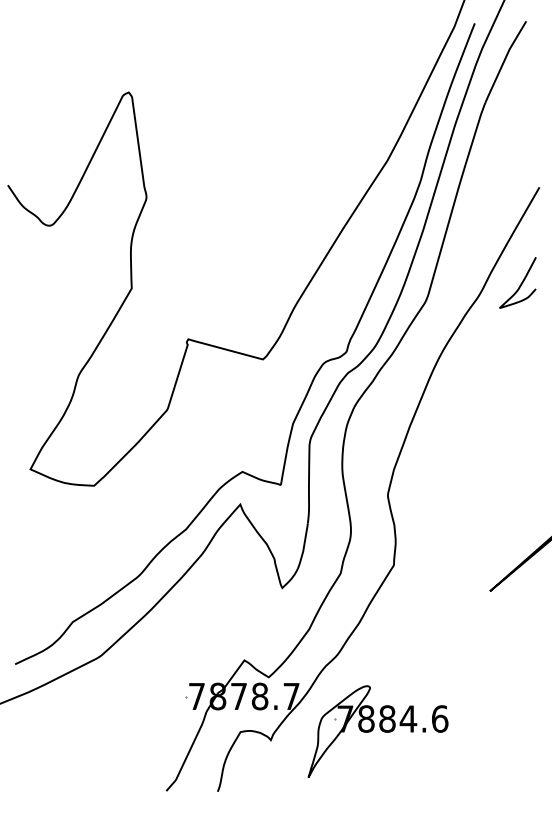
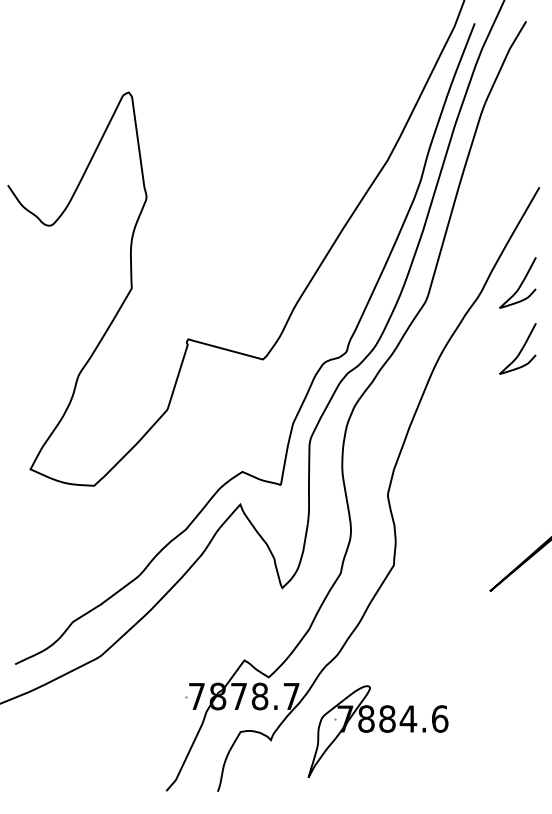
curve at (520, 349): none -> present
